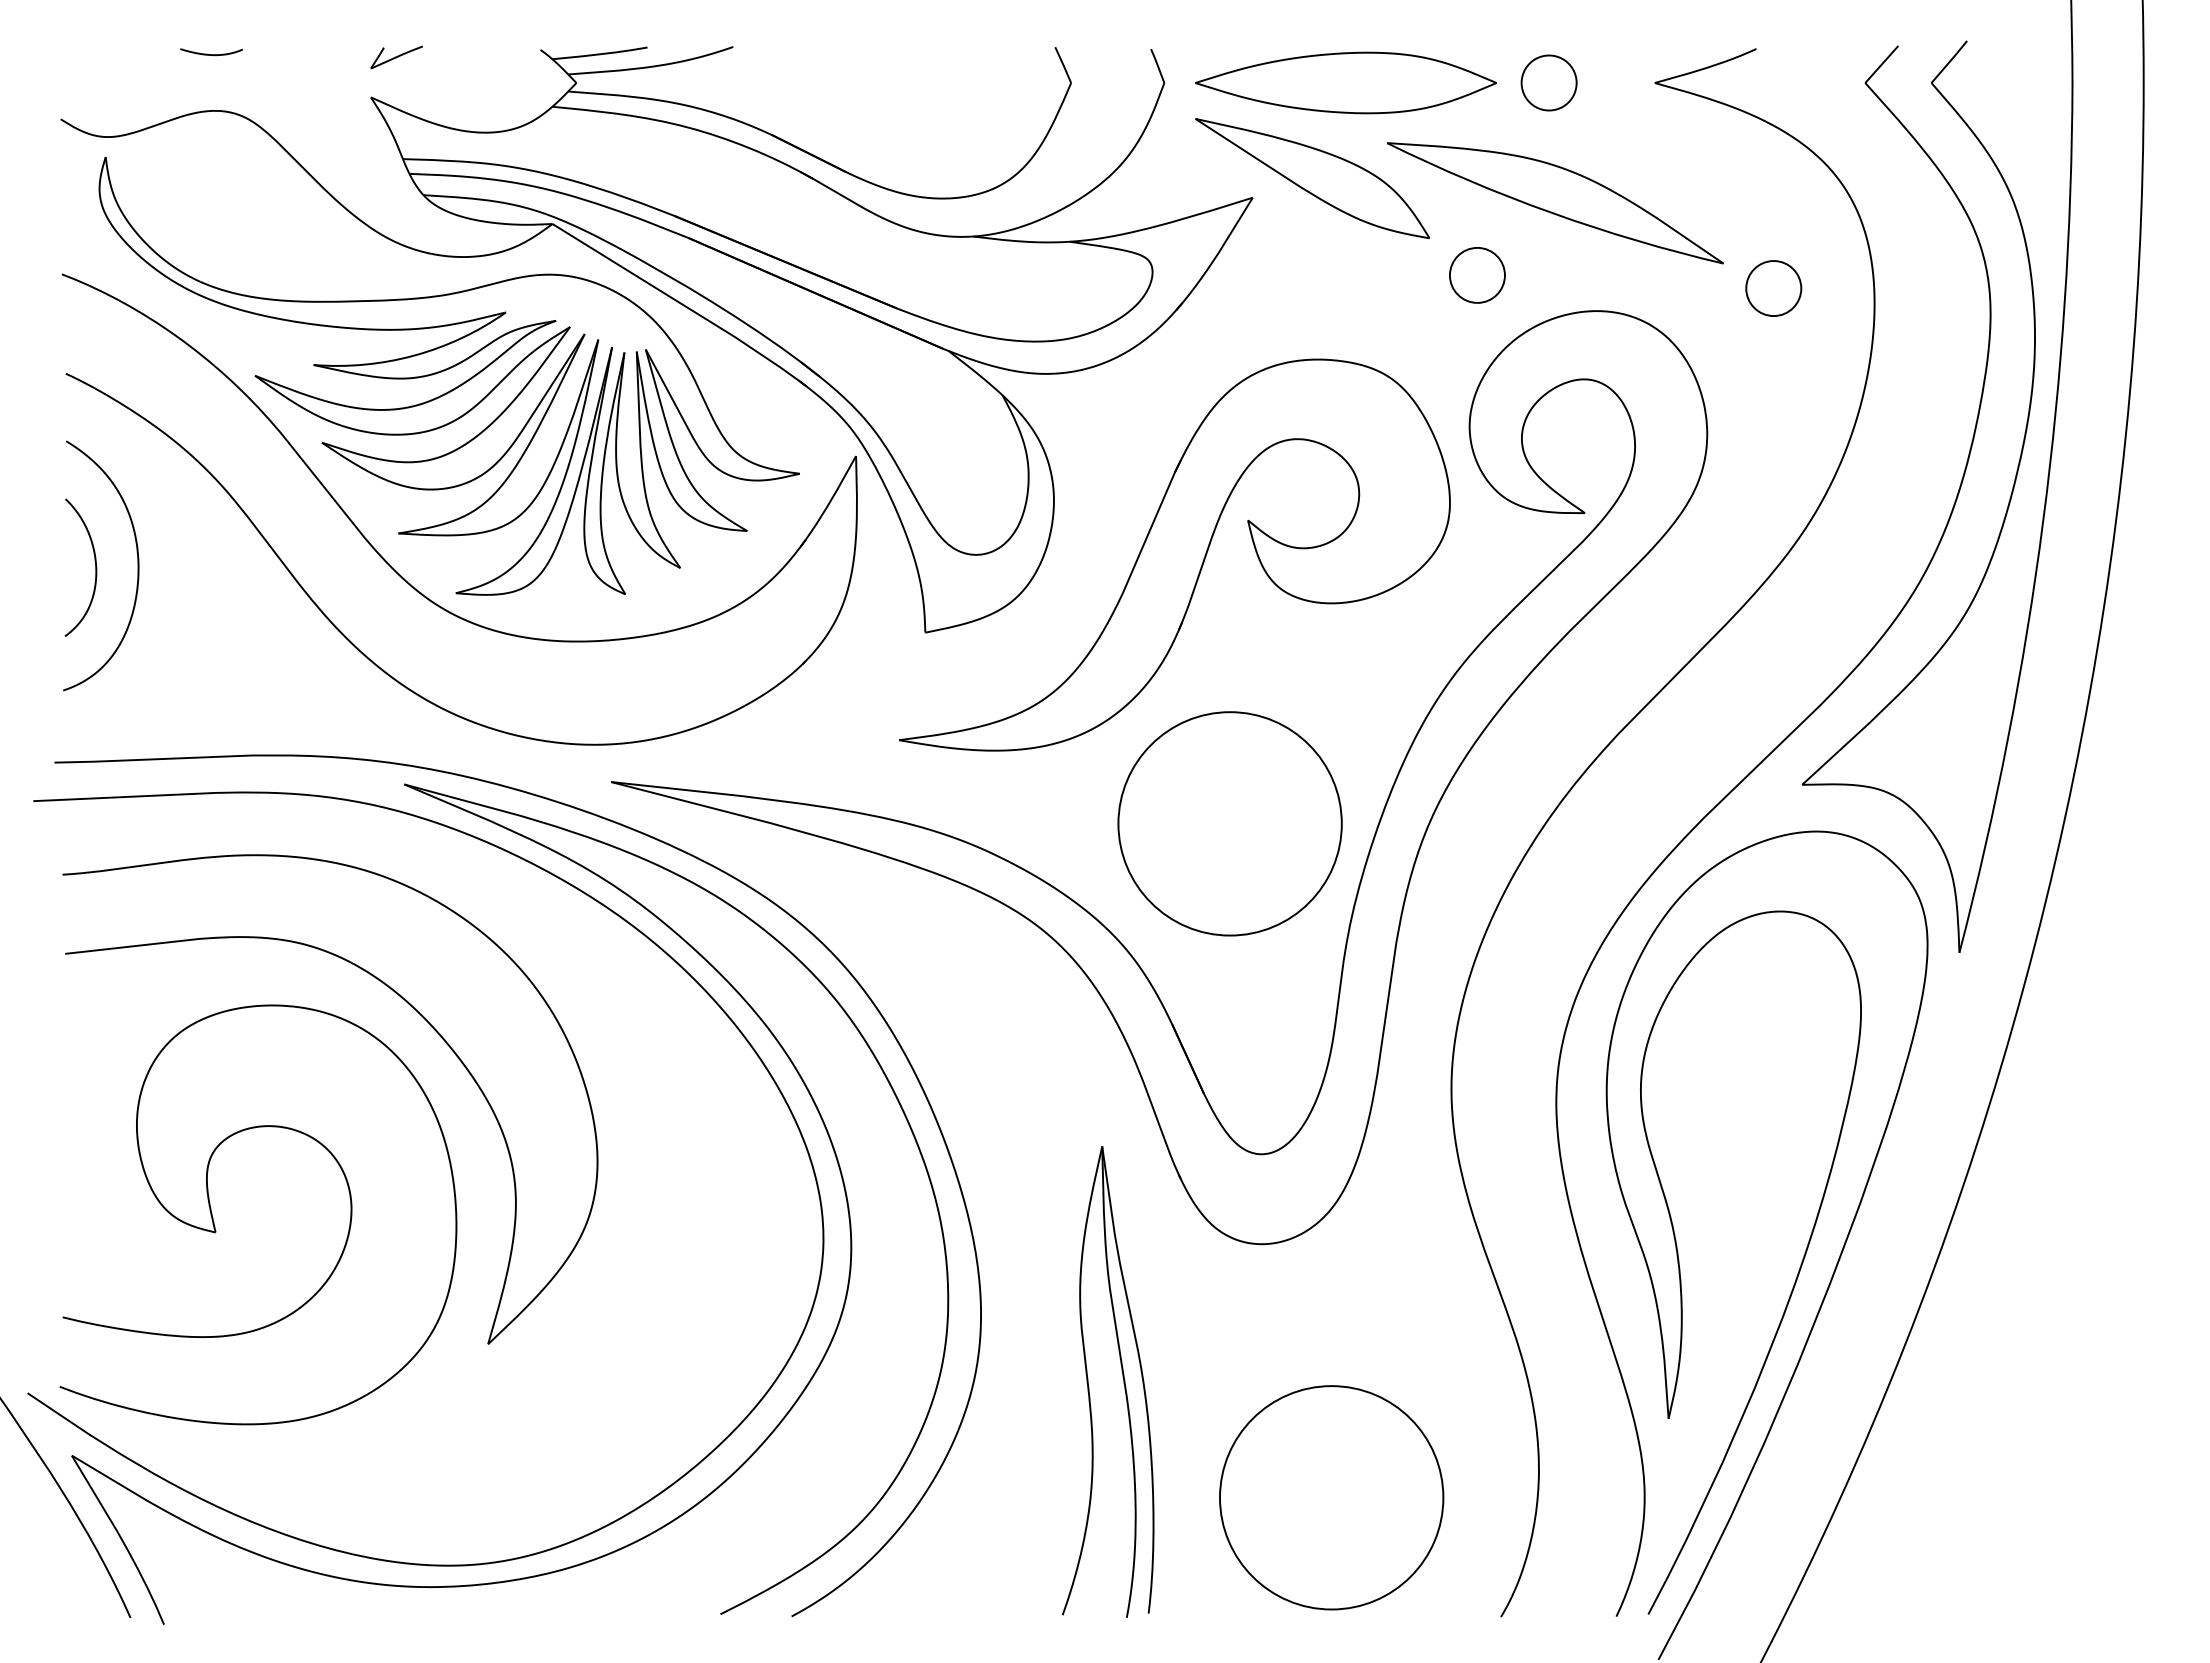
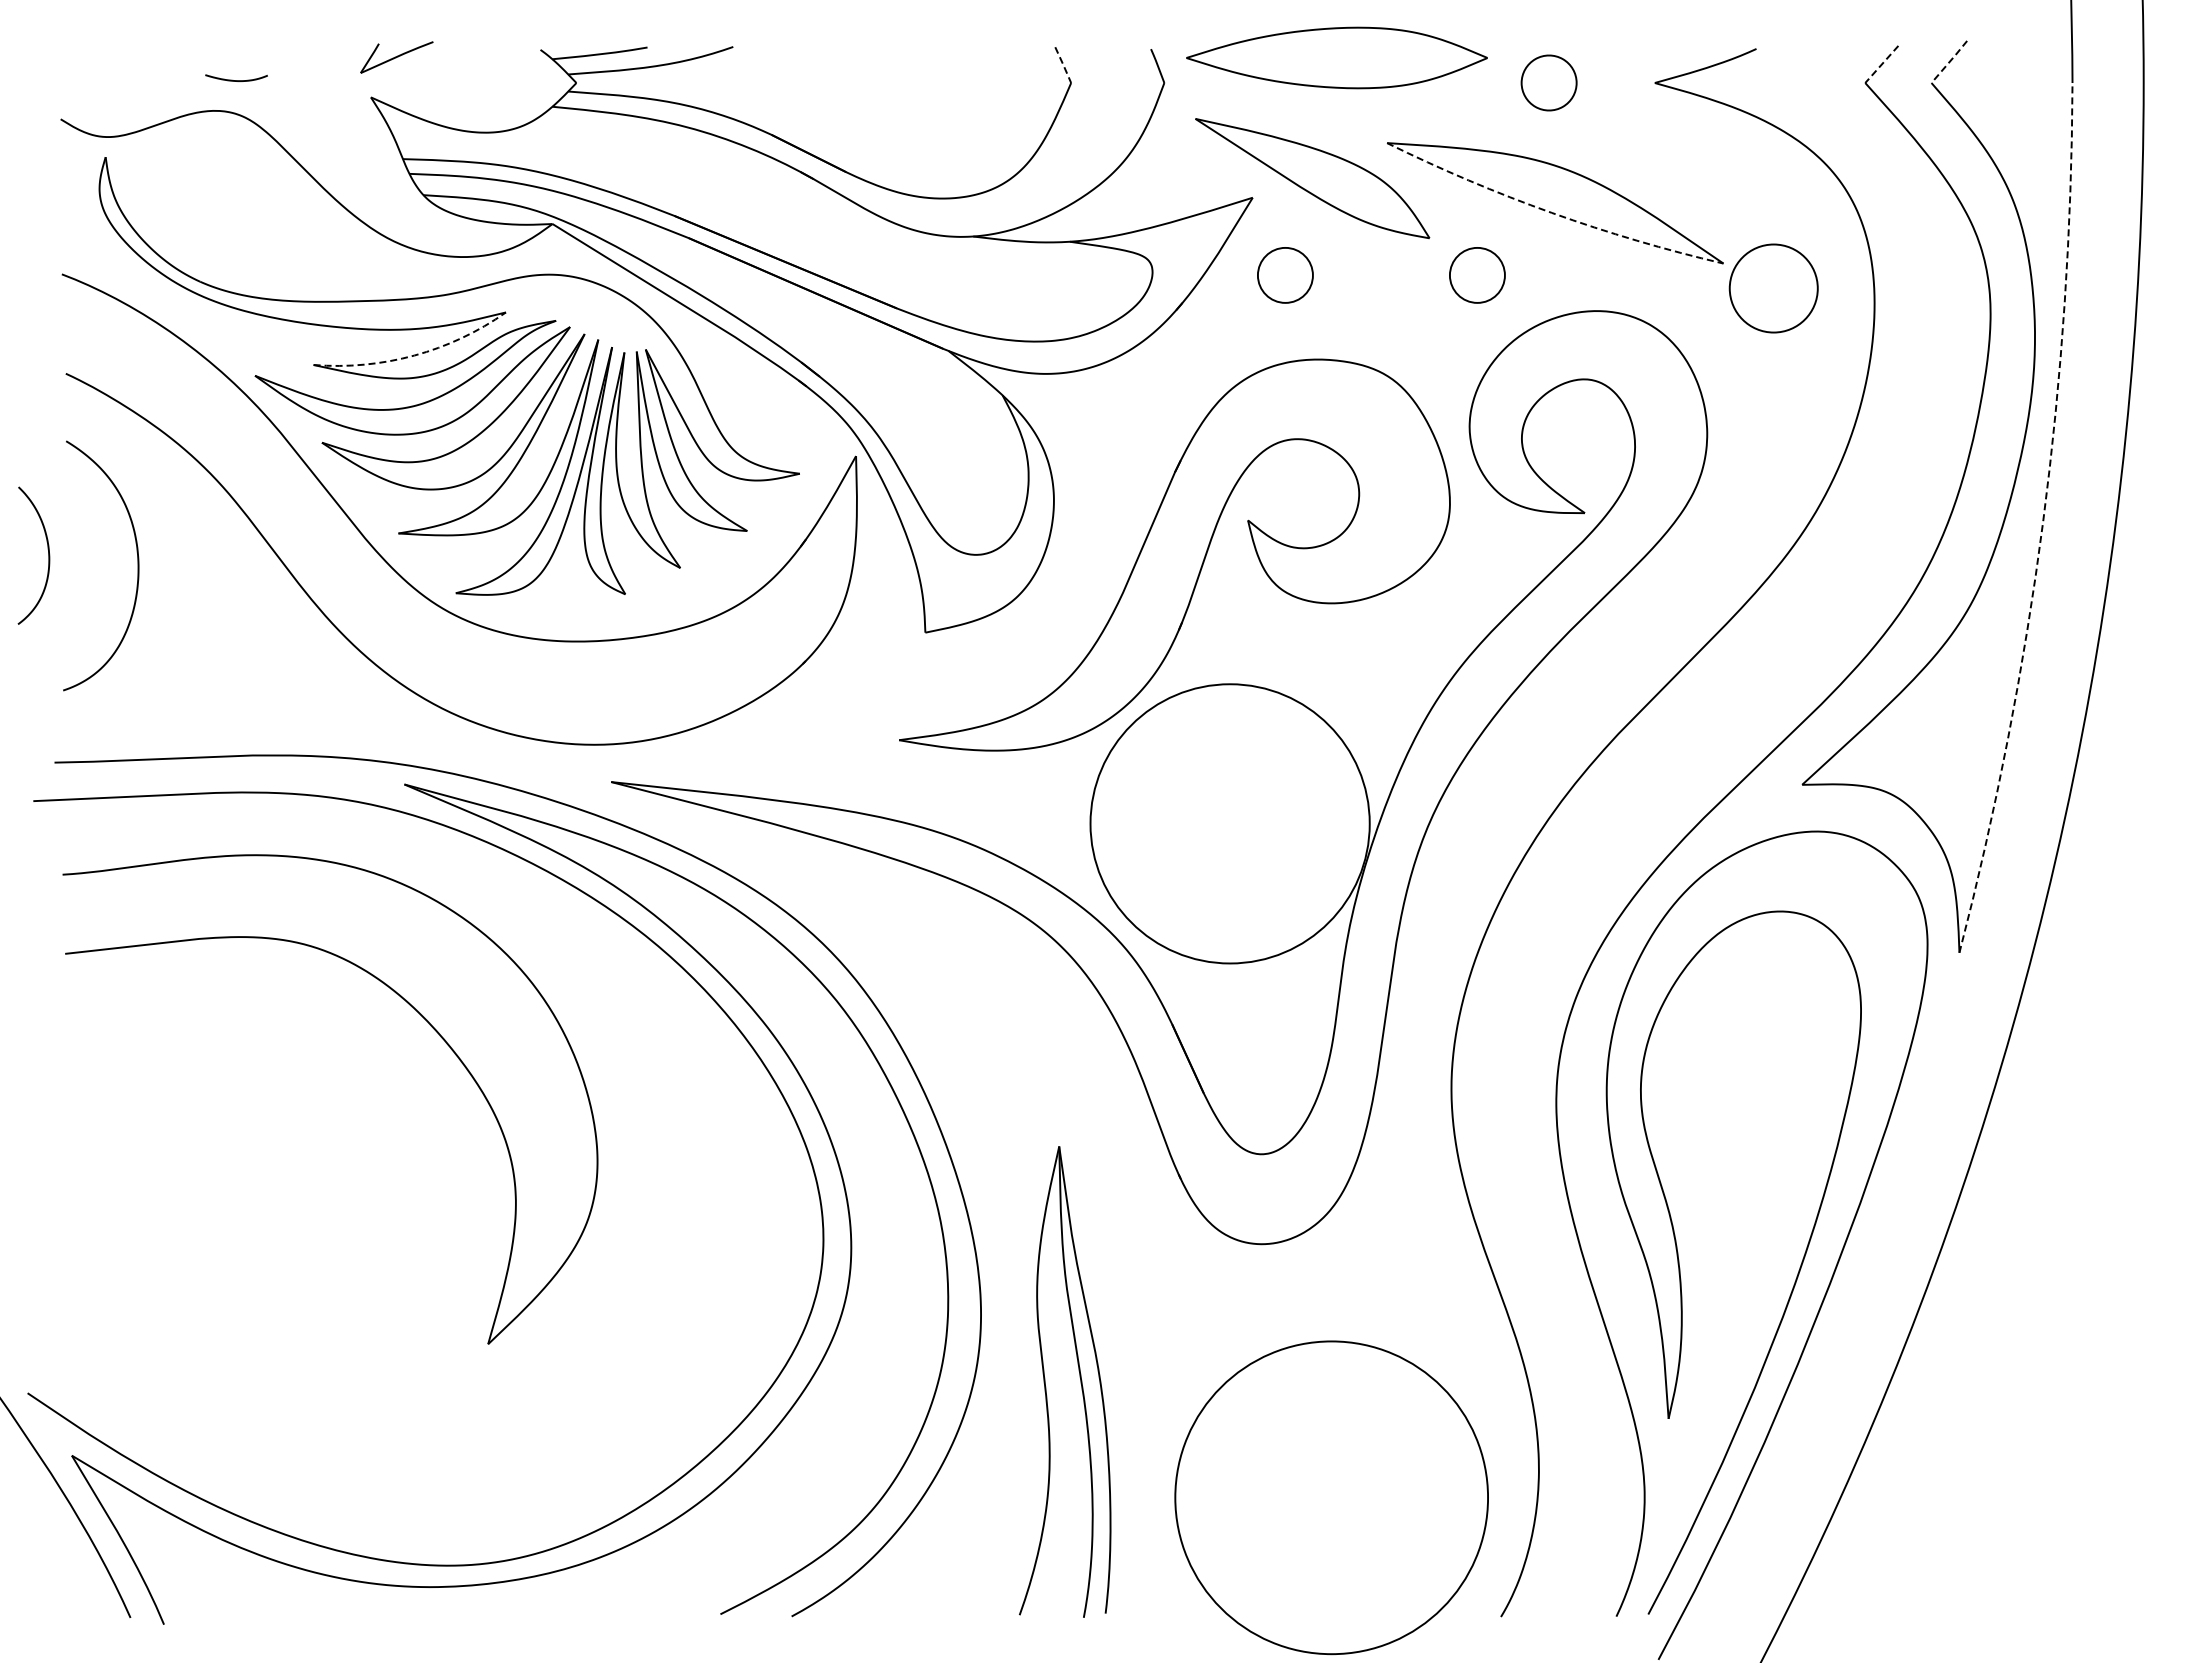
curve at (211, 54) position: (211, 54) -> (236, 80)
part at (396, 57) size: 53x25 px -> 74x33 px
line at (1949, 61): solid -> dashed
line at (1063, 64): solid -> dashed
line at (1881, 64): solid -> dashed
part at (1345, 82) position: (1345, 82) -> (1336, 57)
arc at (1551, 212): solid -> dashed
circle at (1285, 275): none -> present
circle at (1773, 288) diameter: 55 px -> 88 px
arc at (414, 355): solid -> dashed
arc at (2043, 521): solid -> dashed
curve at (95, 567) position: (95, 567) -> (48, 555)
circle at (1229, 823) diameter: 223 px -> 279 px
part at (215, 1226): present -> none
part at (1122, 1377) position: (1122, 1377) -> (1079, 1377)
circle at (1331, 1497) diameter: 223 px -> 313 px
